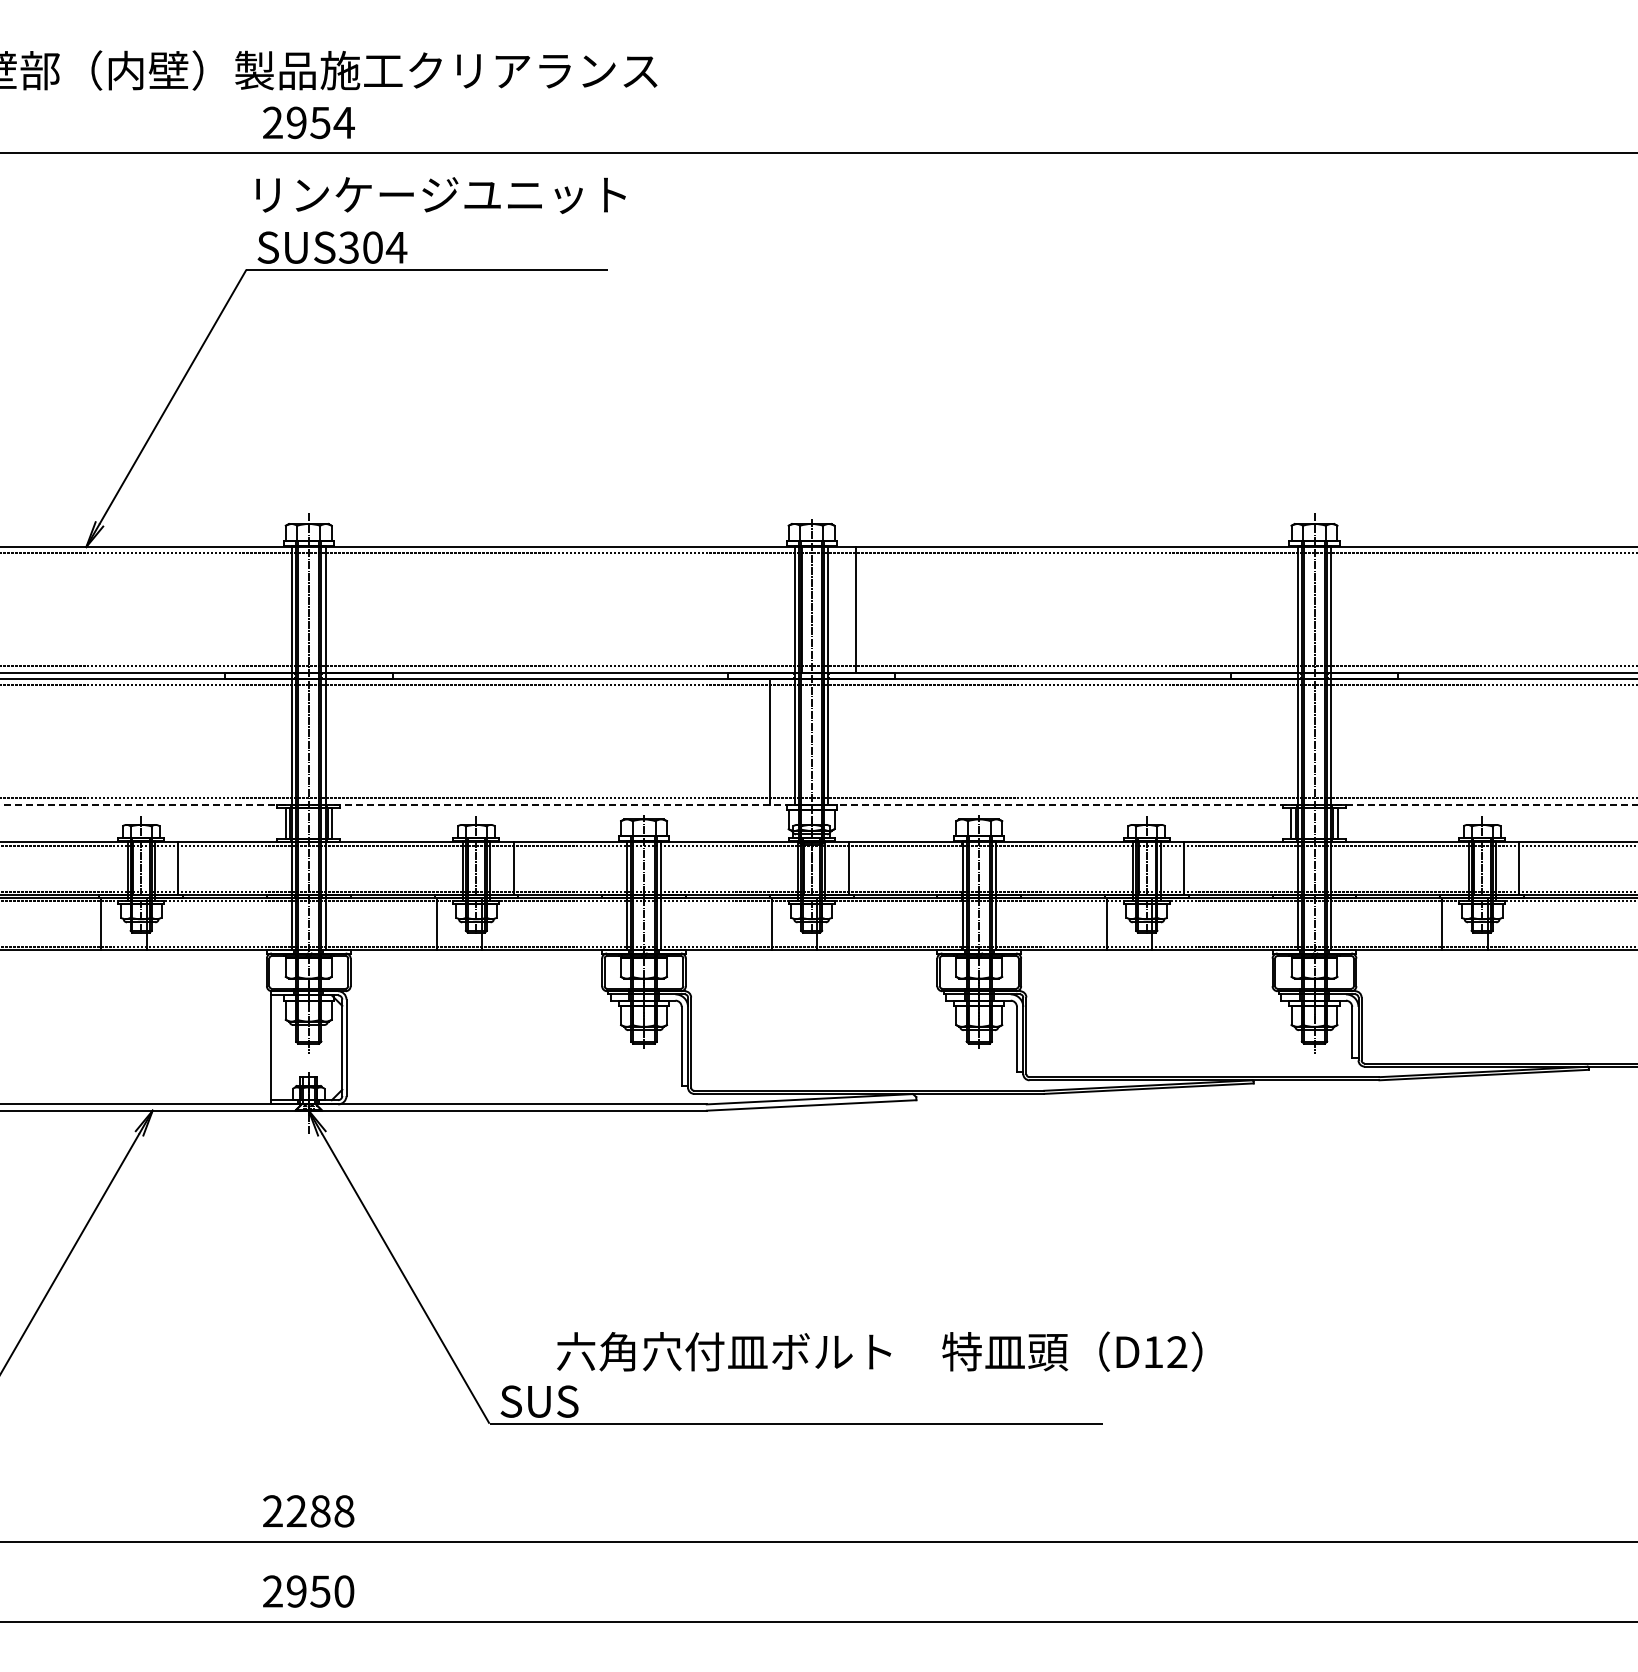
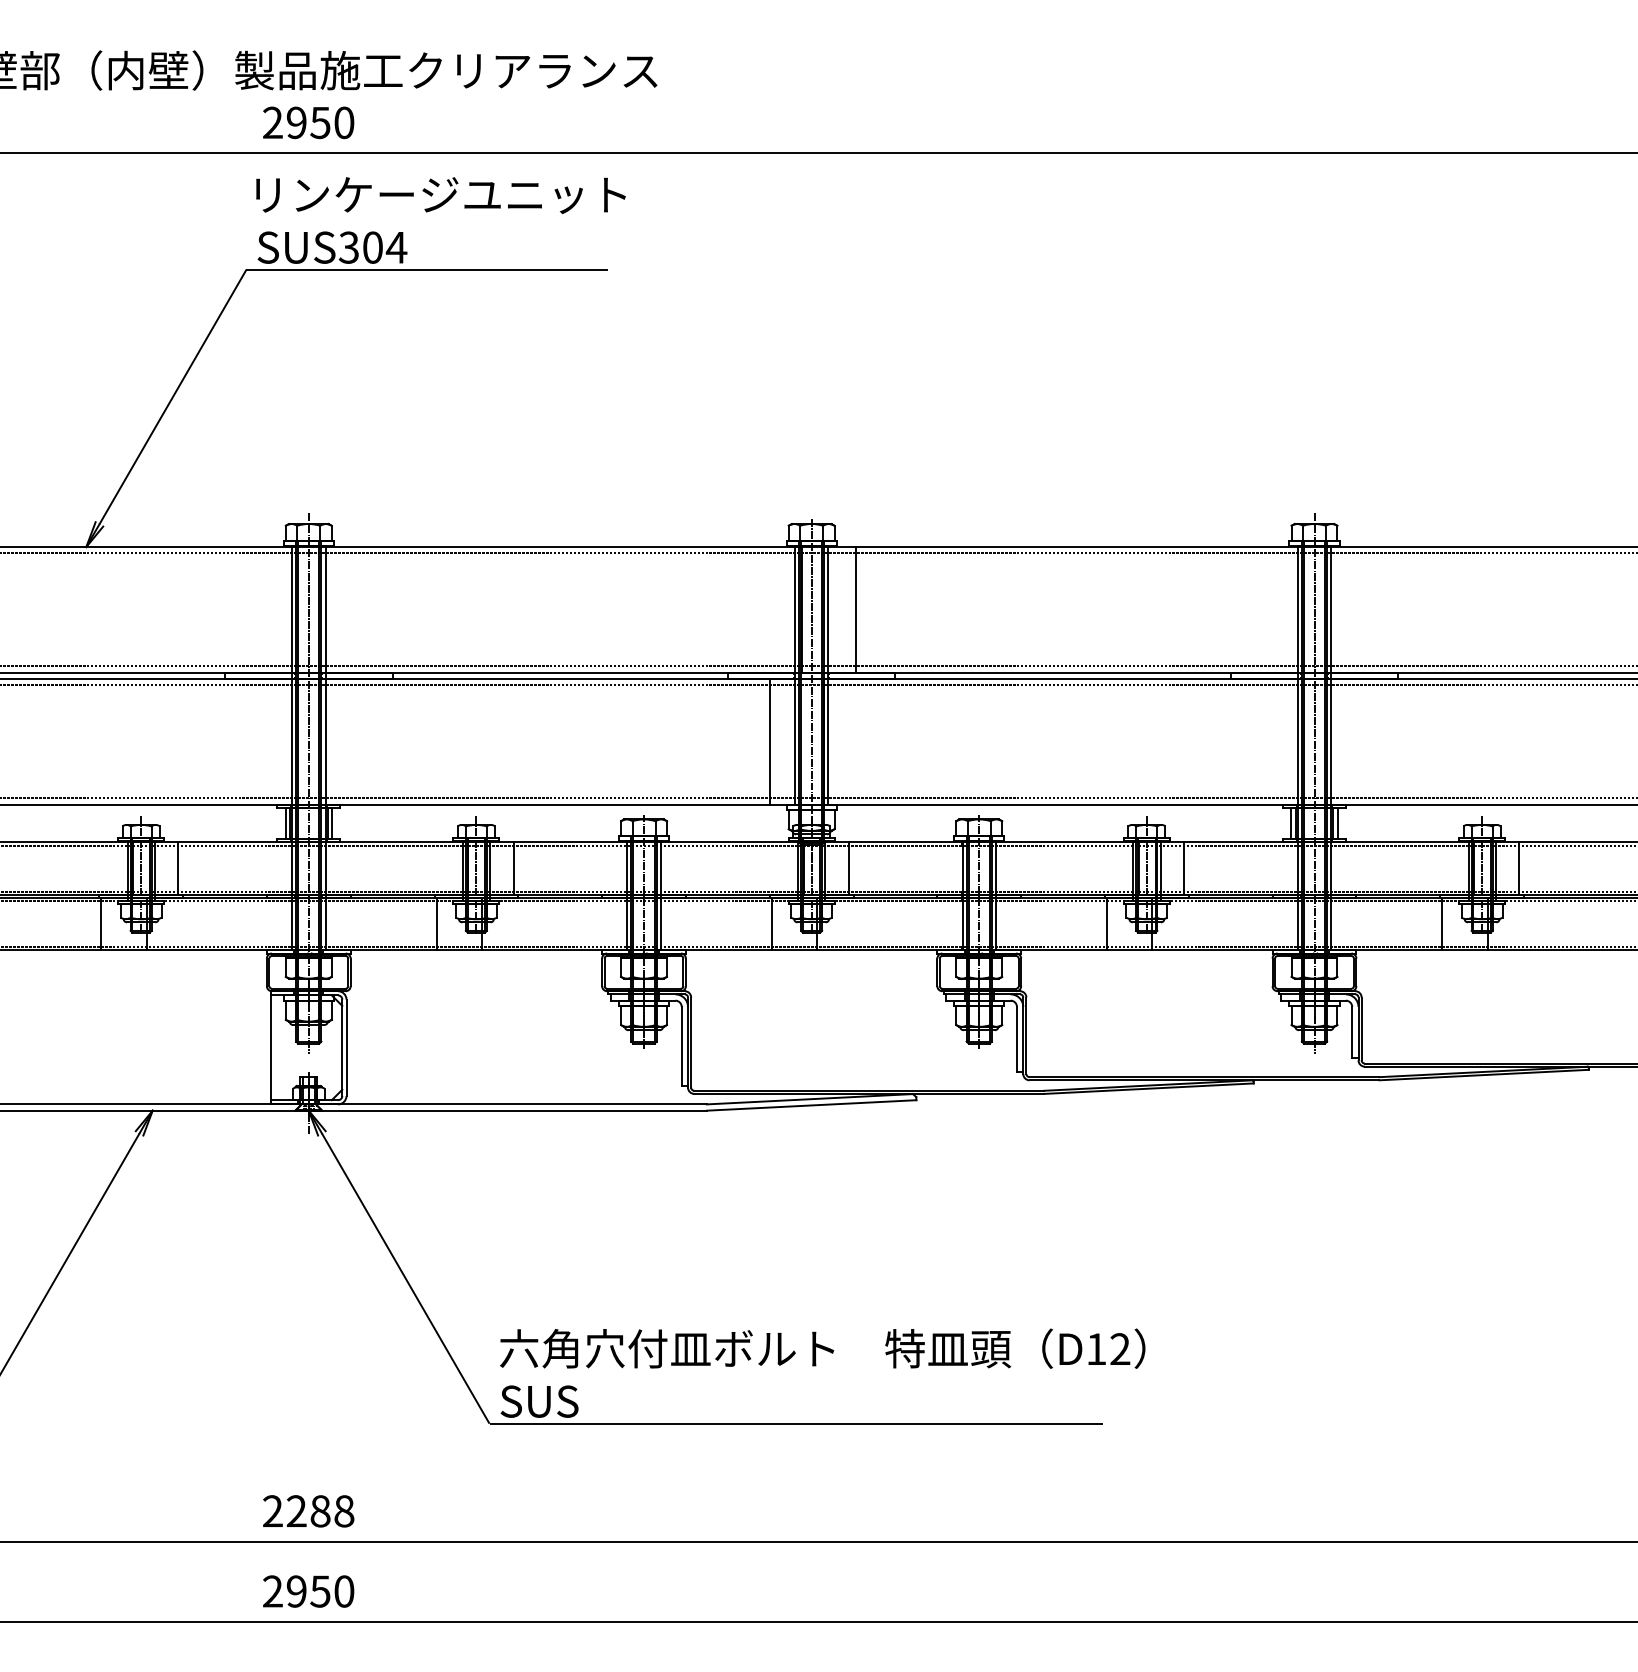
text at (343, 122): 2954 -> 2950
line at (818, 804): dashed -> solid
text at (879, 1351) position: (879, 1351) -> (822, 1348)
